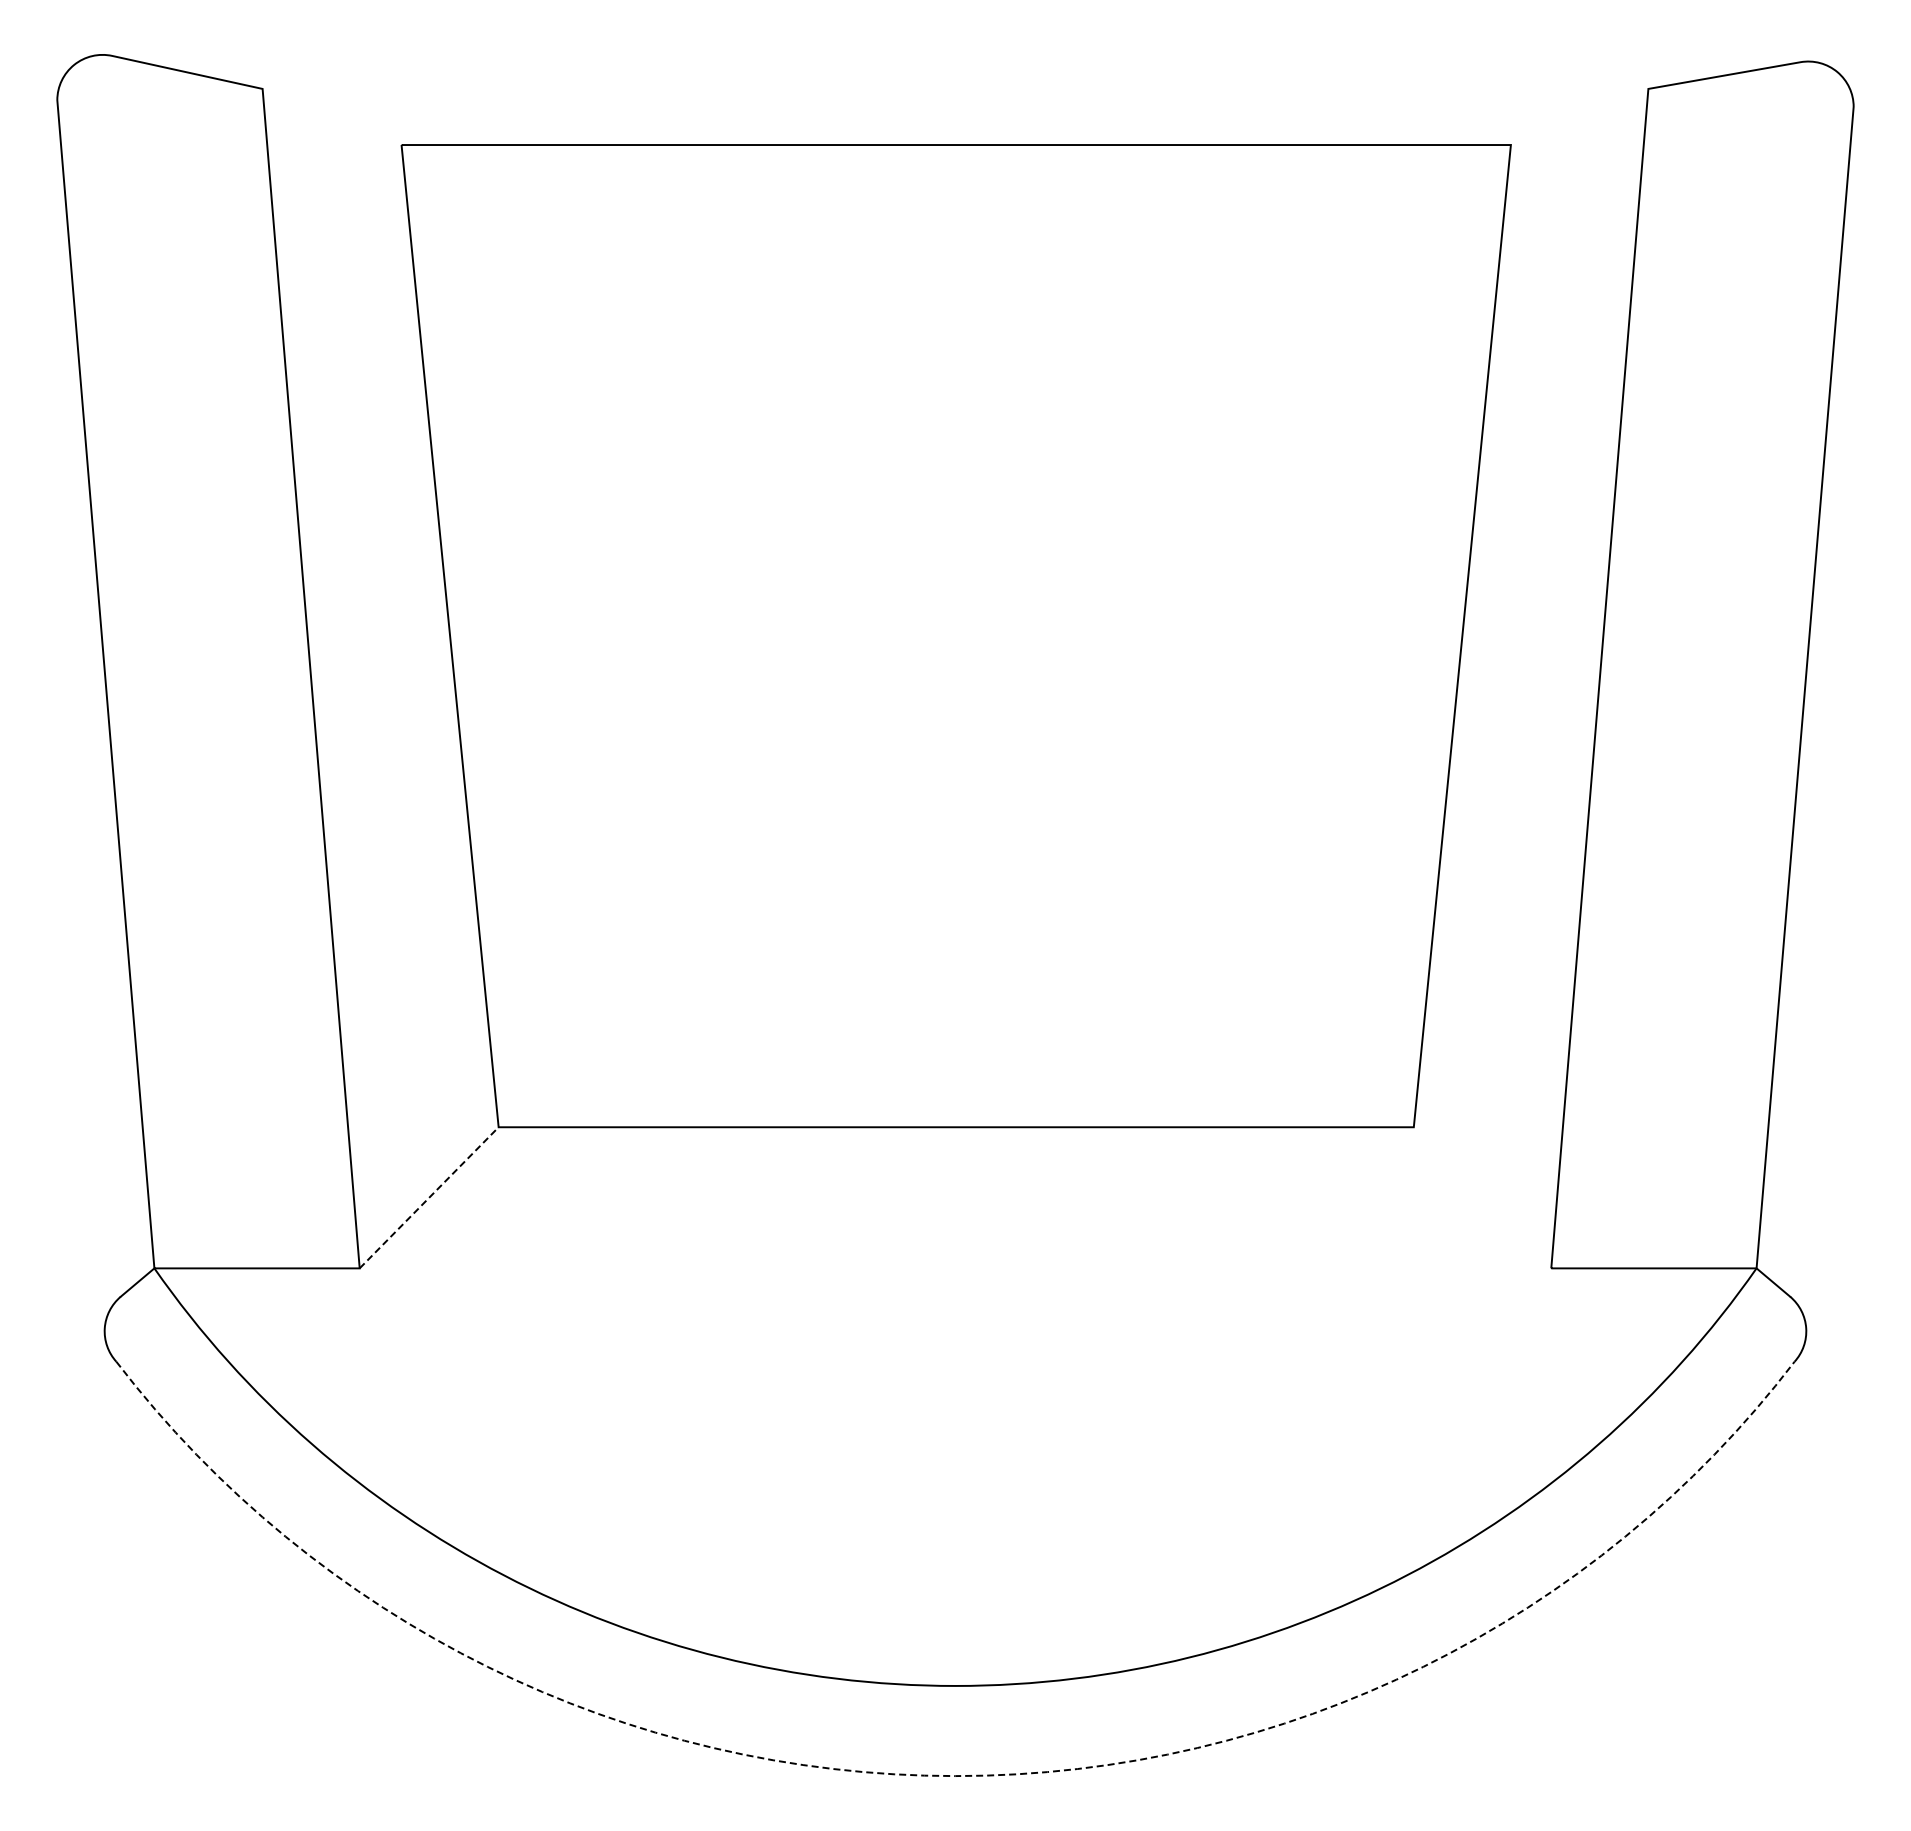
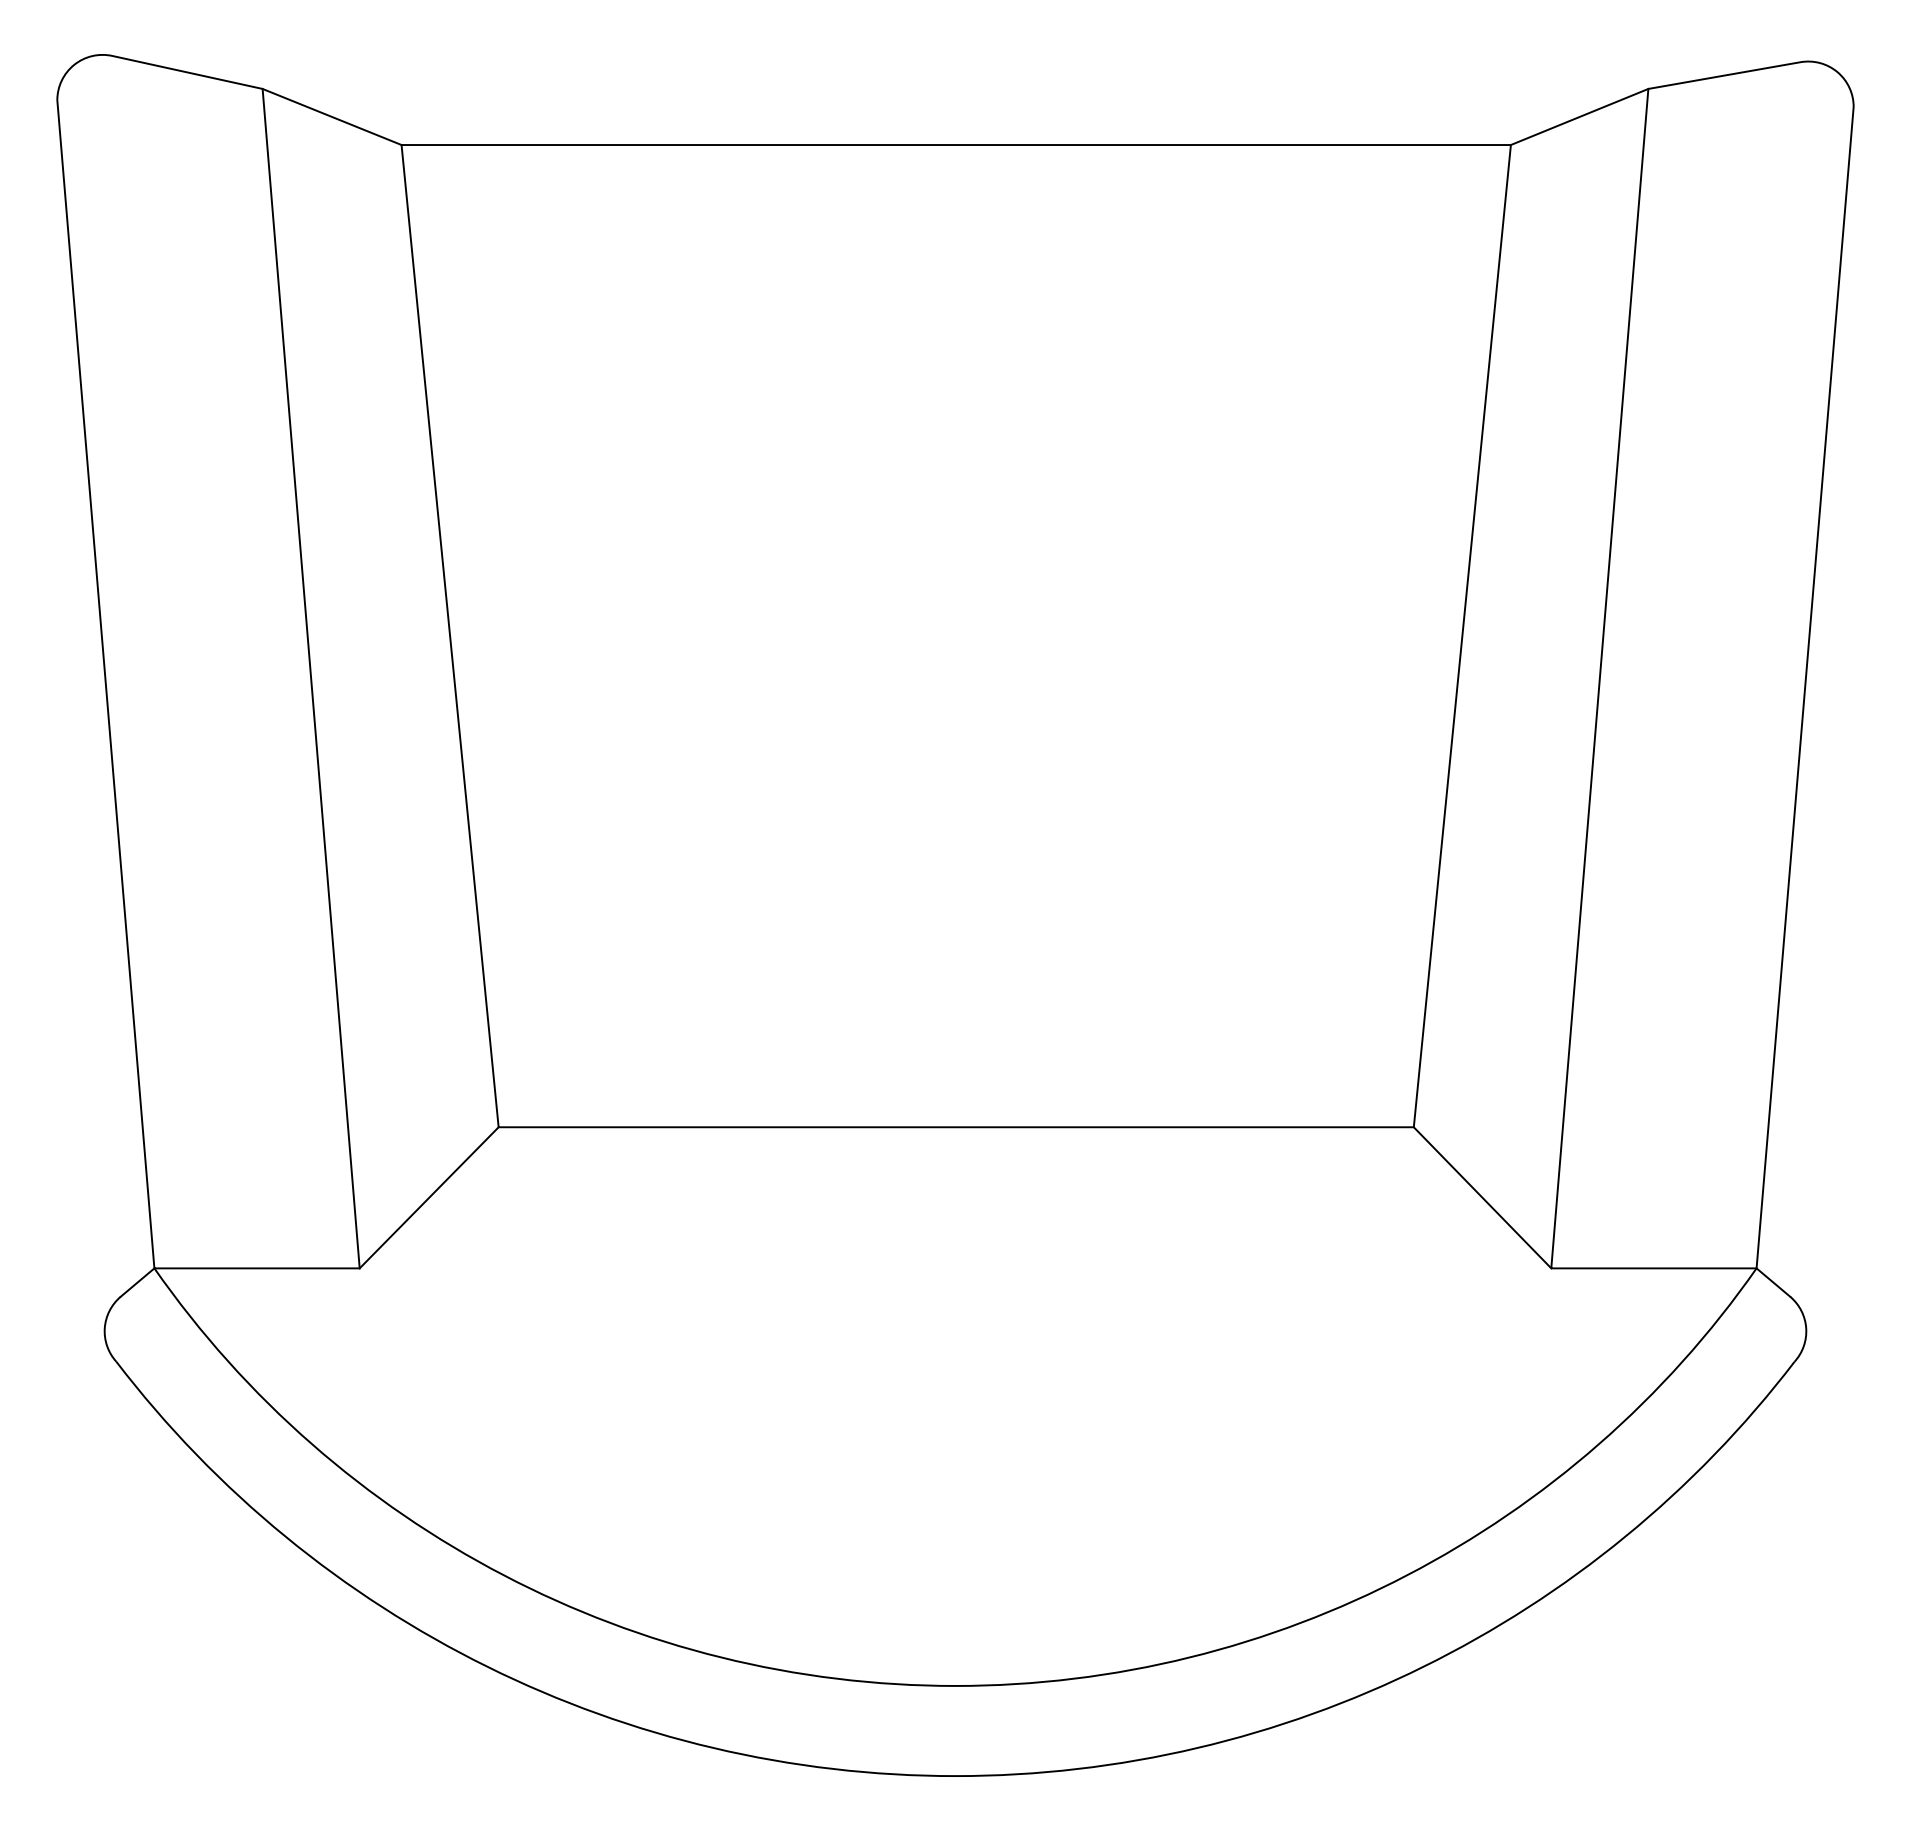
line at (331, 116): none -> present
line at (1579, 116): none -> present
line at (429, 1197): dashed -> solid
line at (1482, 1197): none -> present
arc at (955, 1776): dashed -> solid
